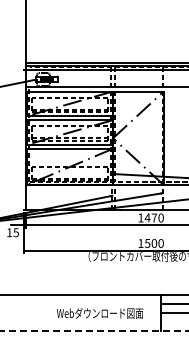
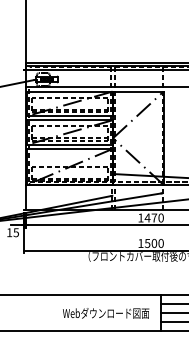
text at (100, 313) position: (100, 313) -> (106, 313)
line at (173, 322): none -> present
line at (94, 330): dashed -> solid
